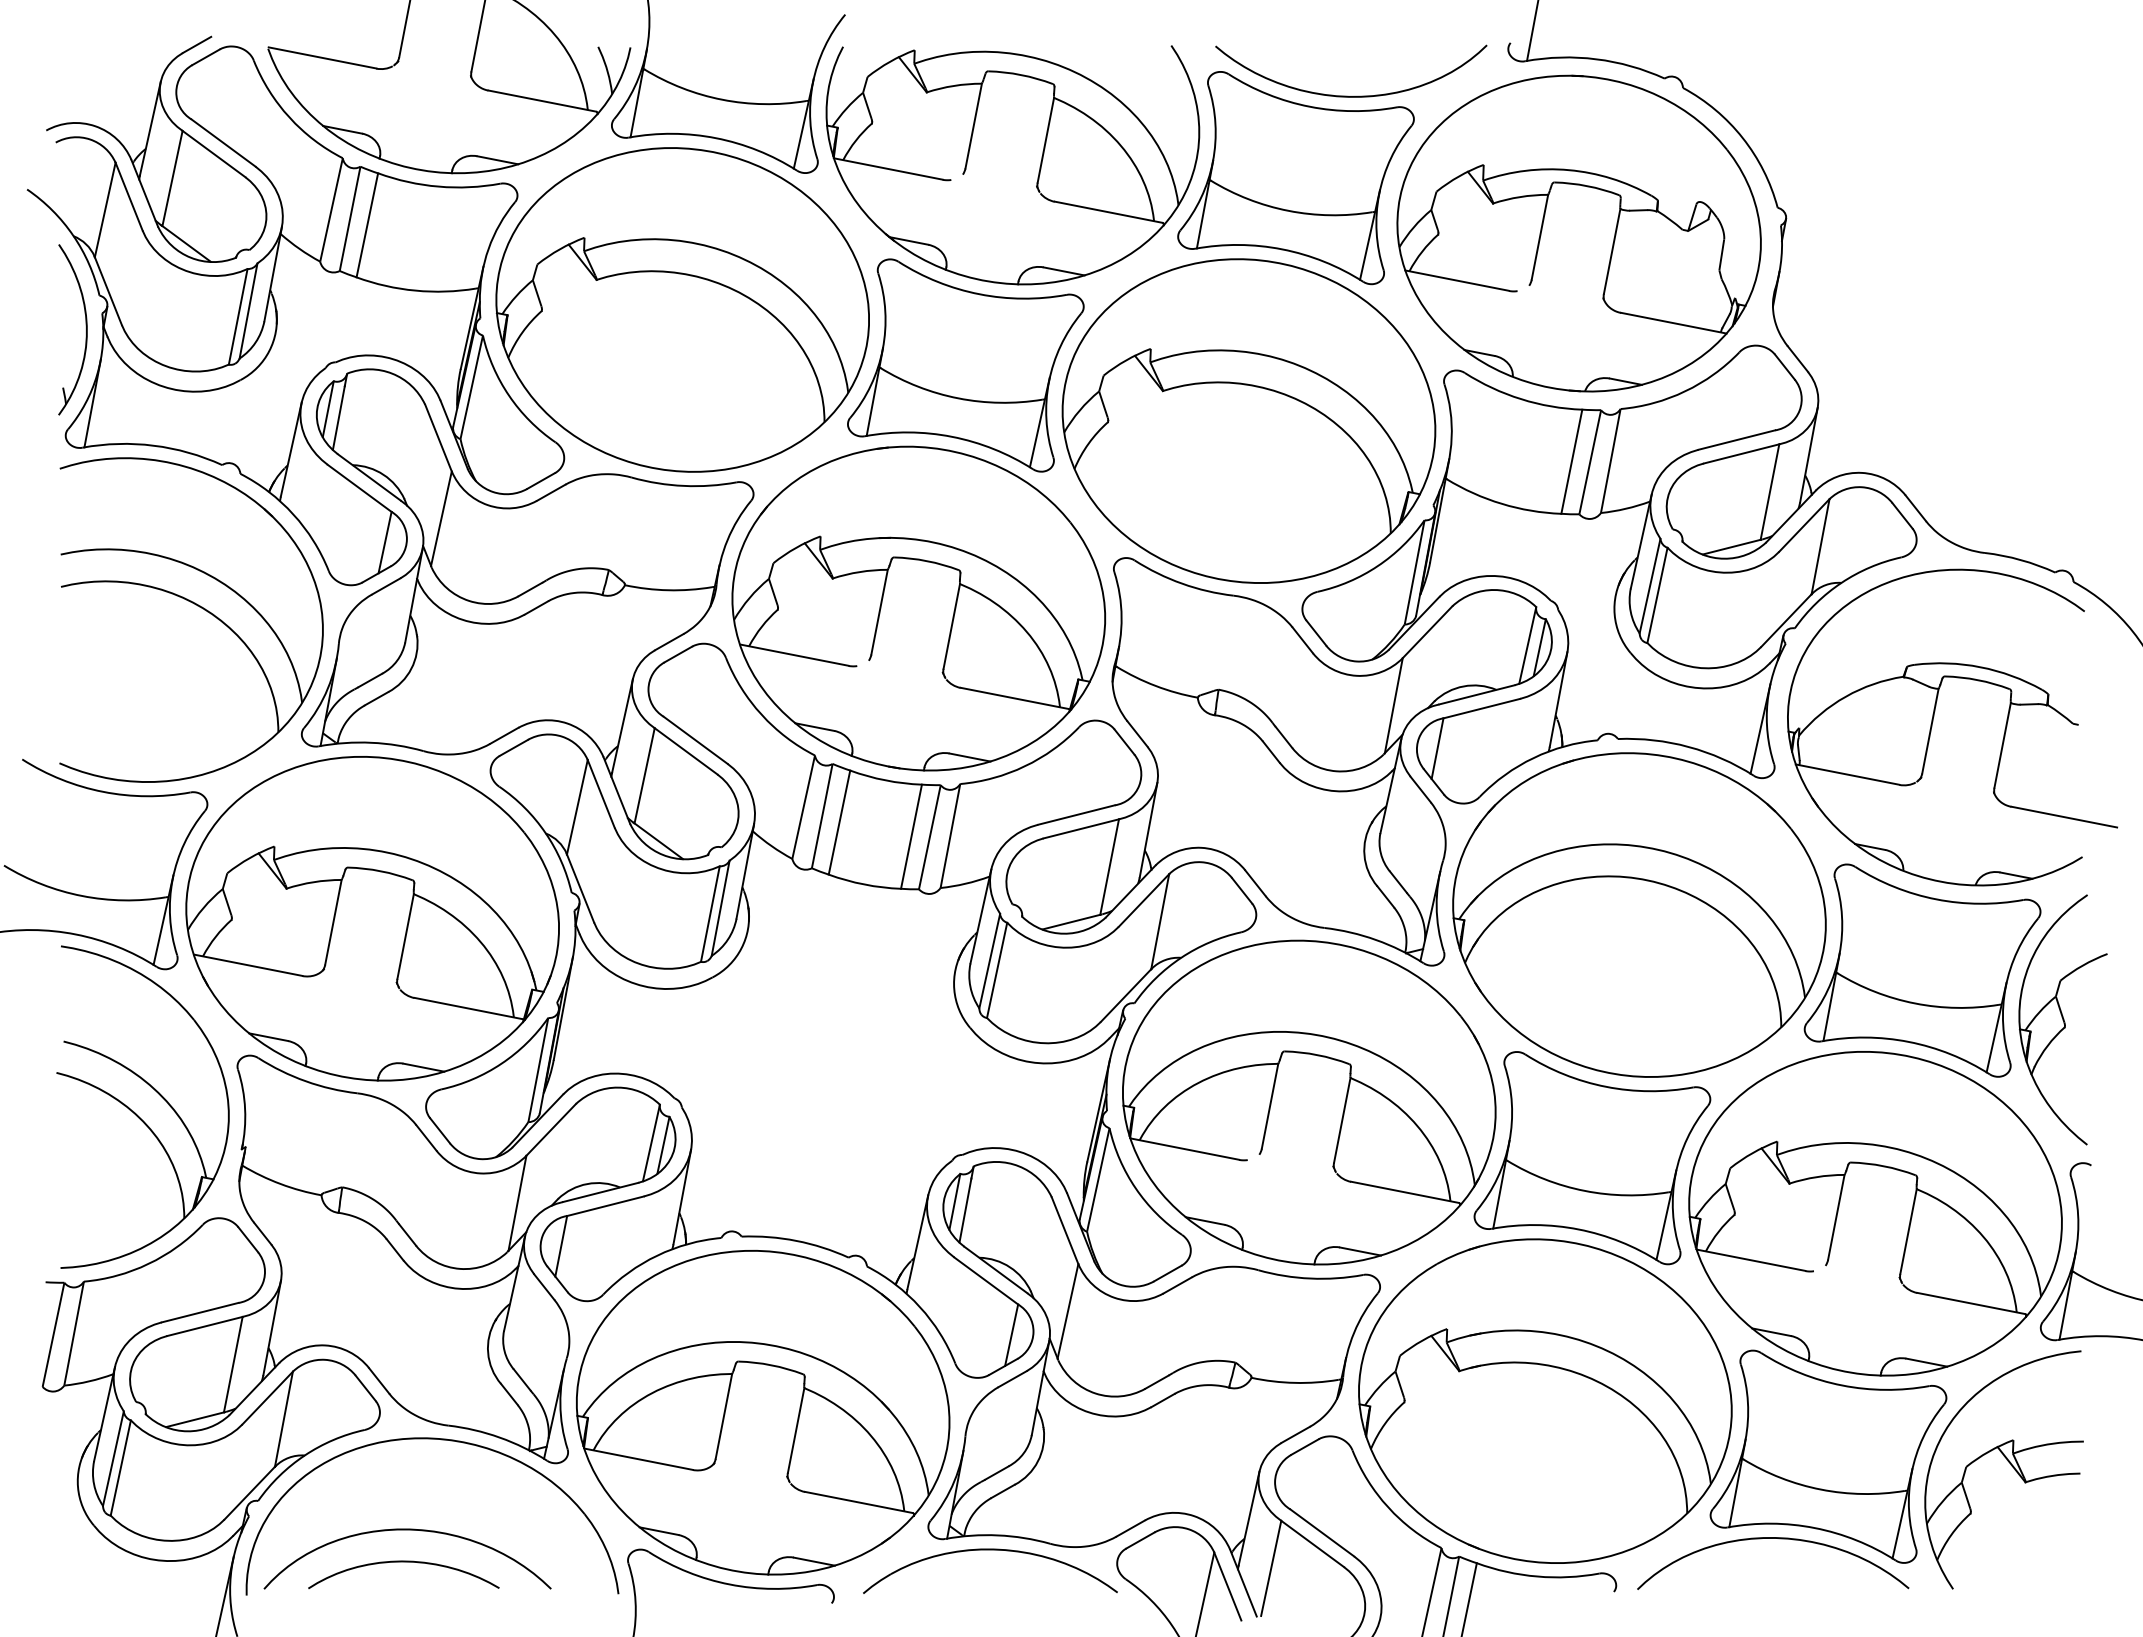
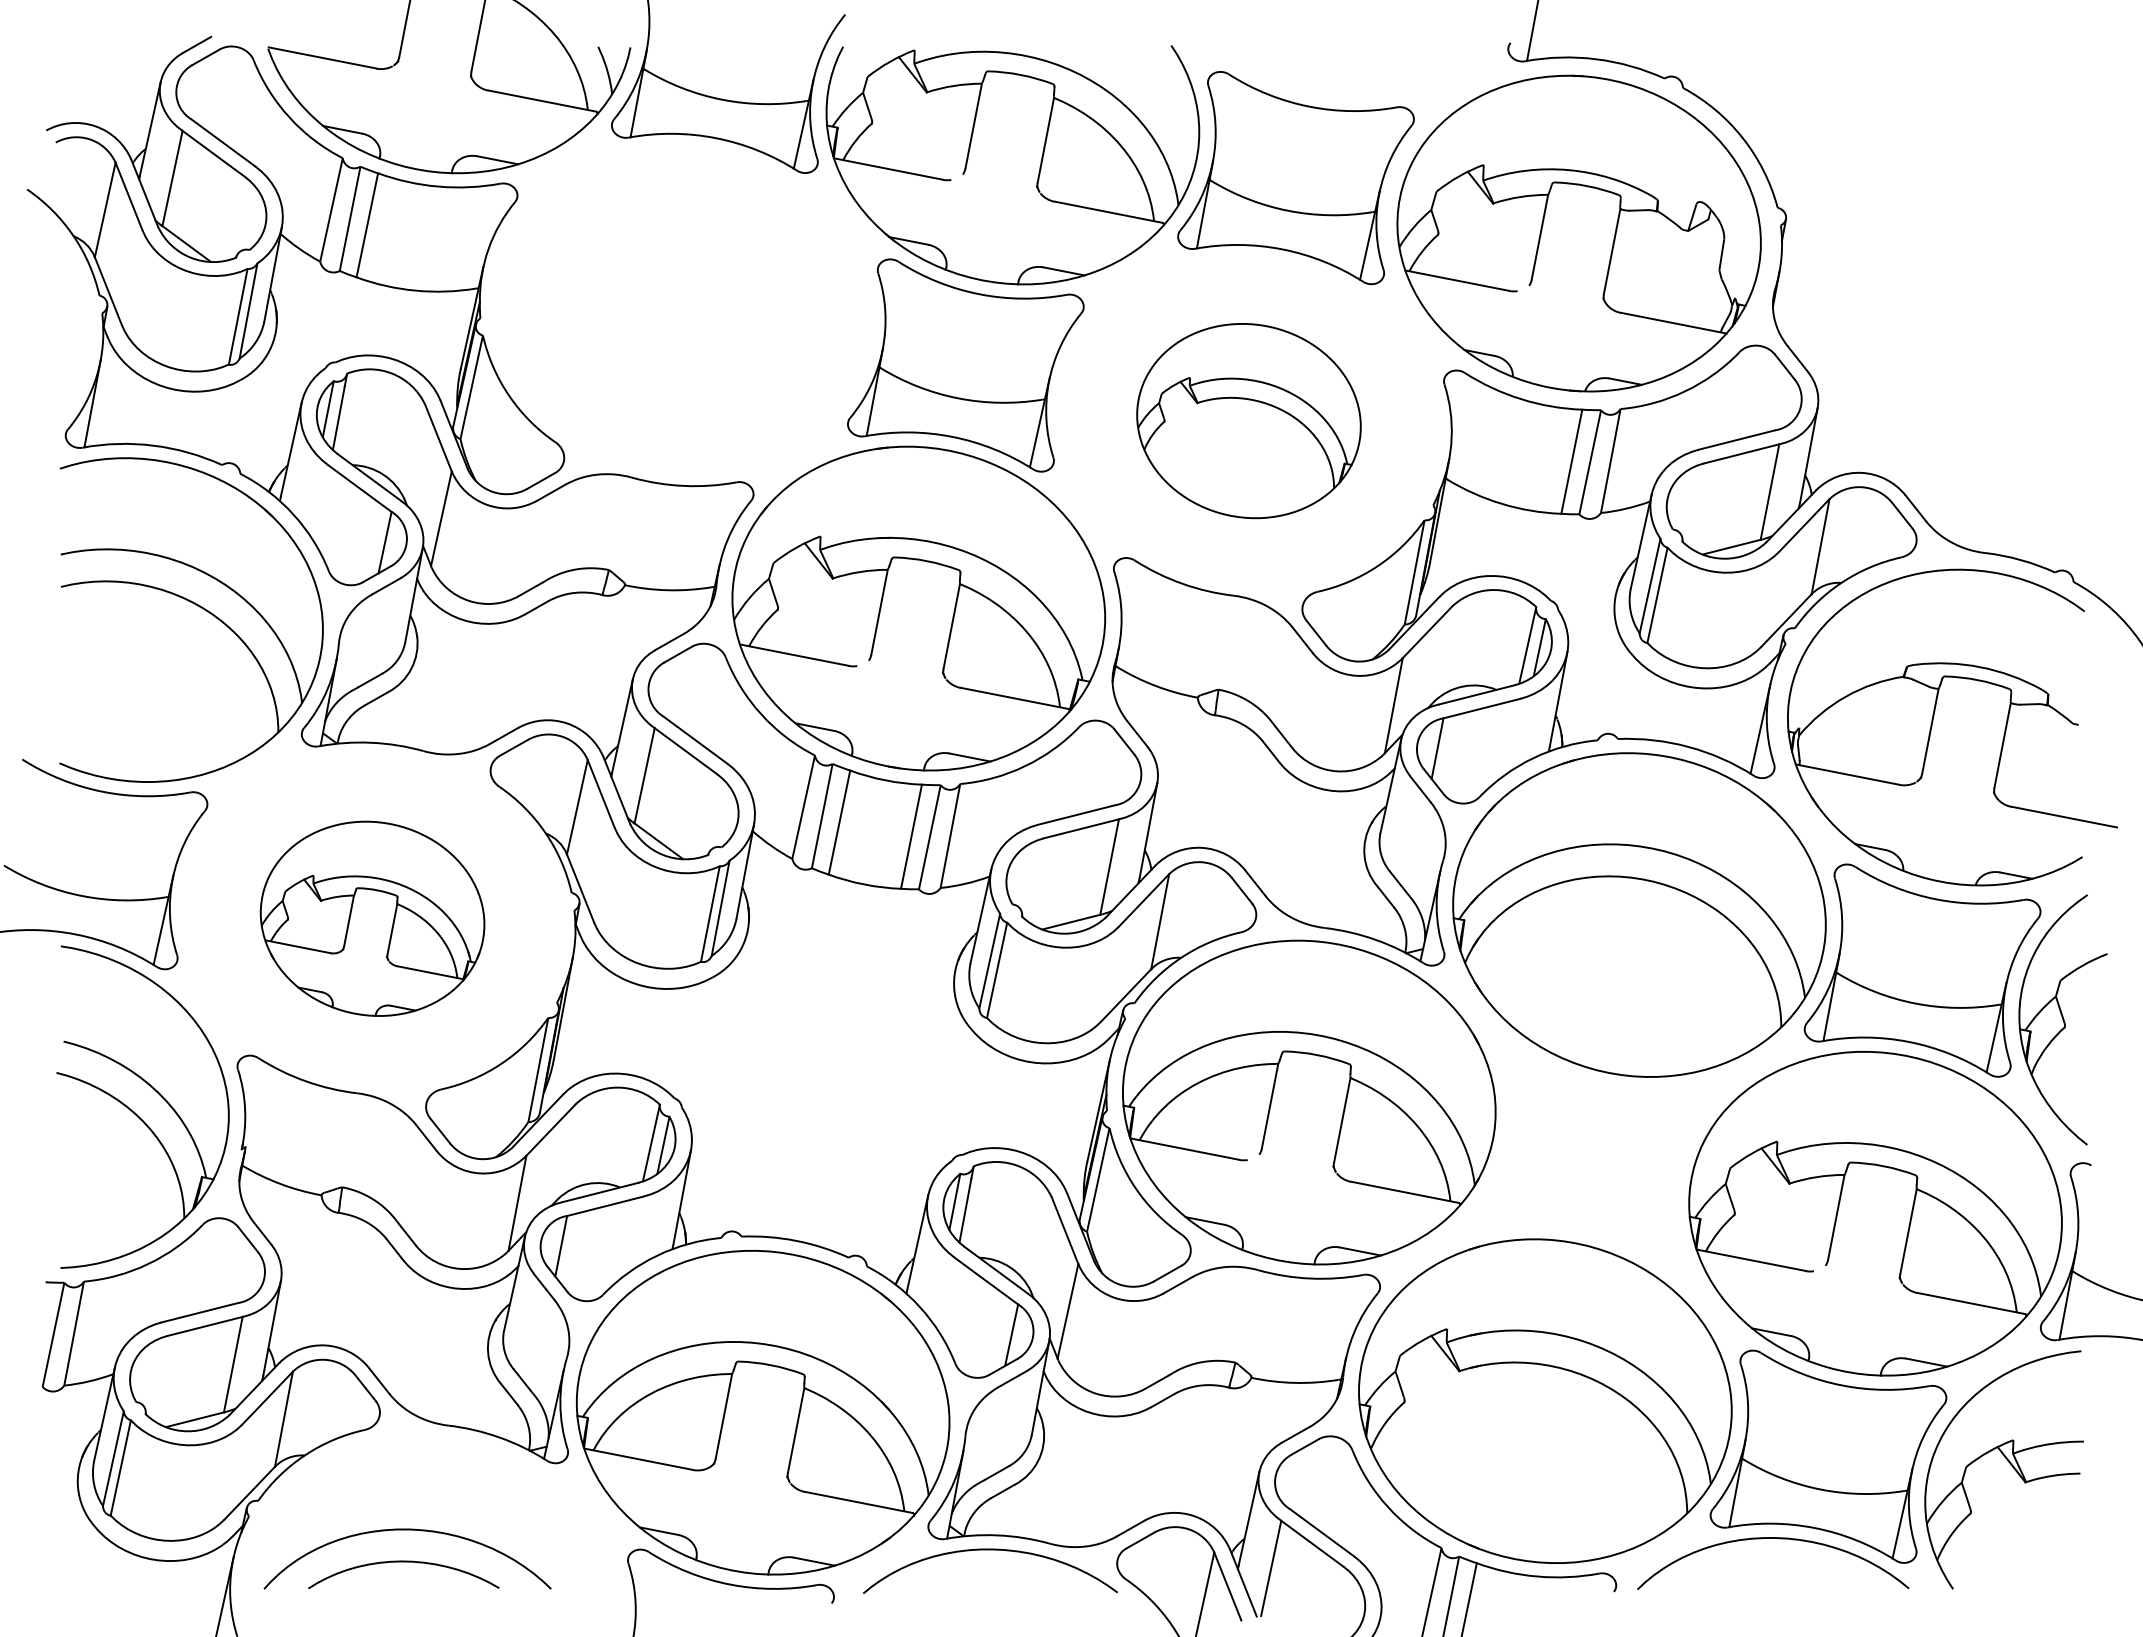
curve at (1347, 95): present -> none
part at (682, 309): present -> none
part at (85, 326): present -> none
part at (1248, 420) size: 376x326 px -> 226x197 px
part at (372, 918) size: 375x326 px -> 227x197 px
part at (1592, 1158): present -> none
part at (441, 1440): present -> none
